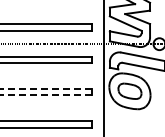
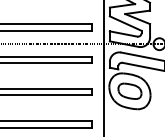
line at (46, 88): dashed -> solid
line at (46, 95): dashed -> solid
